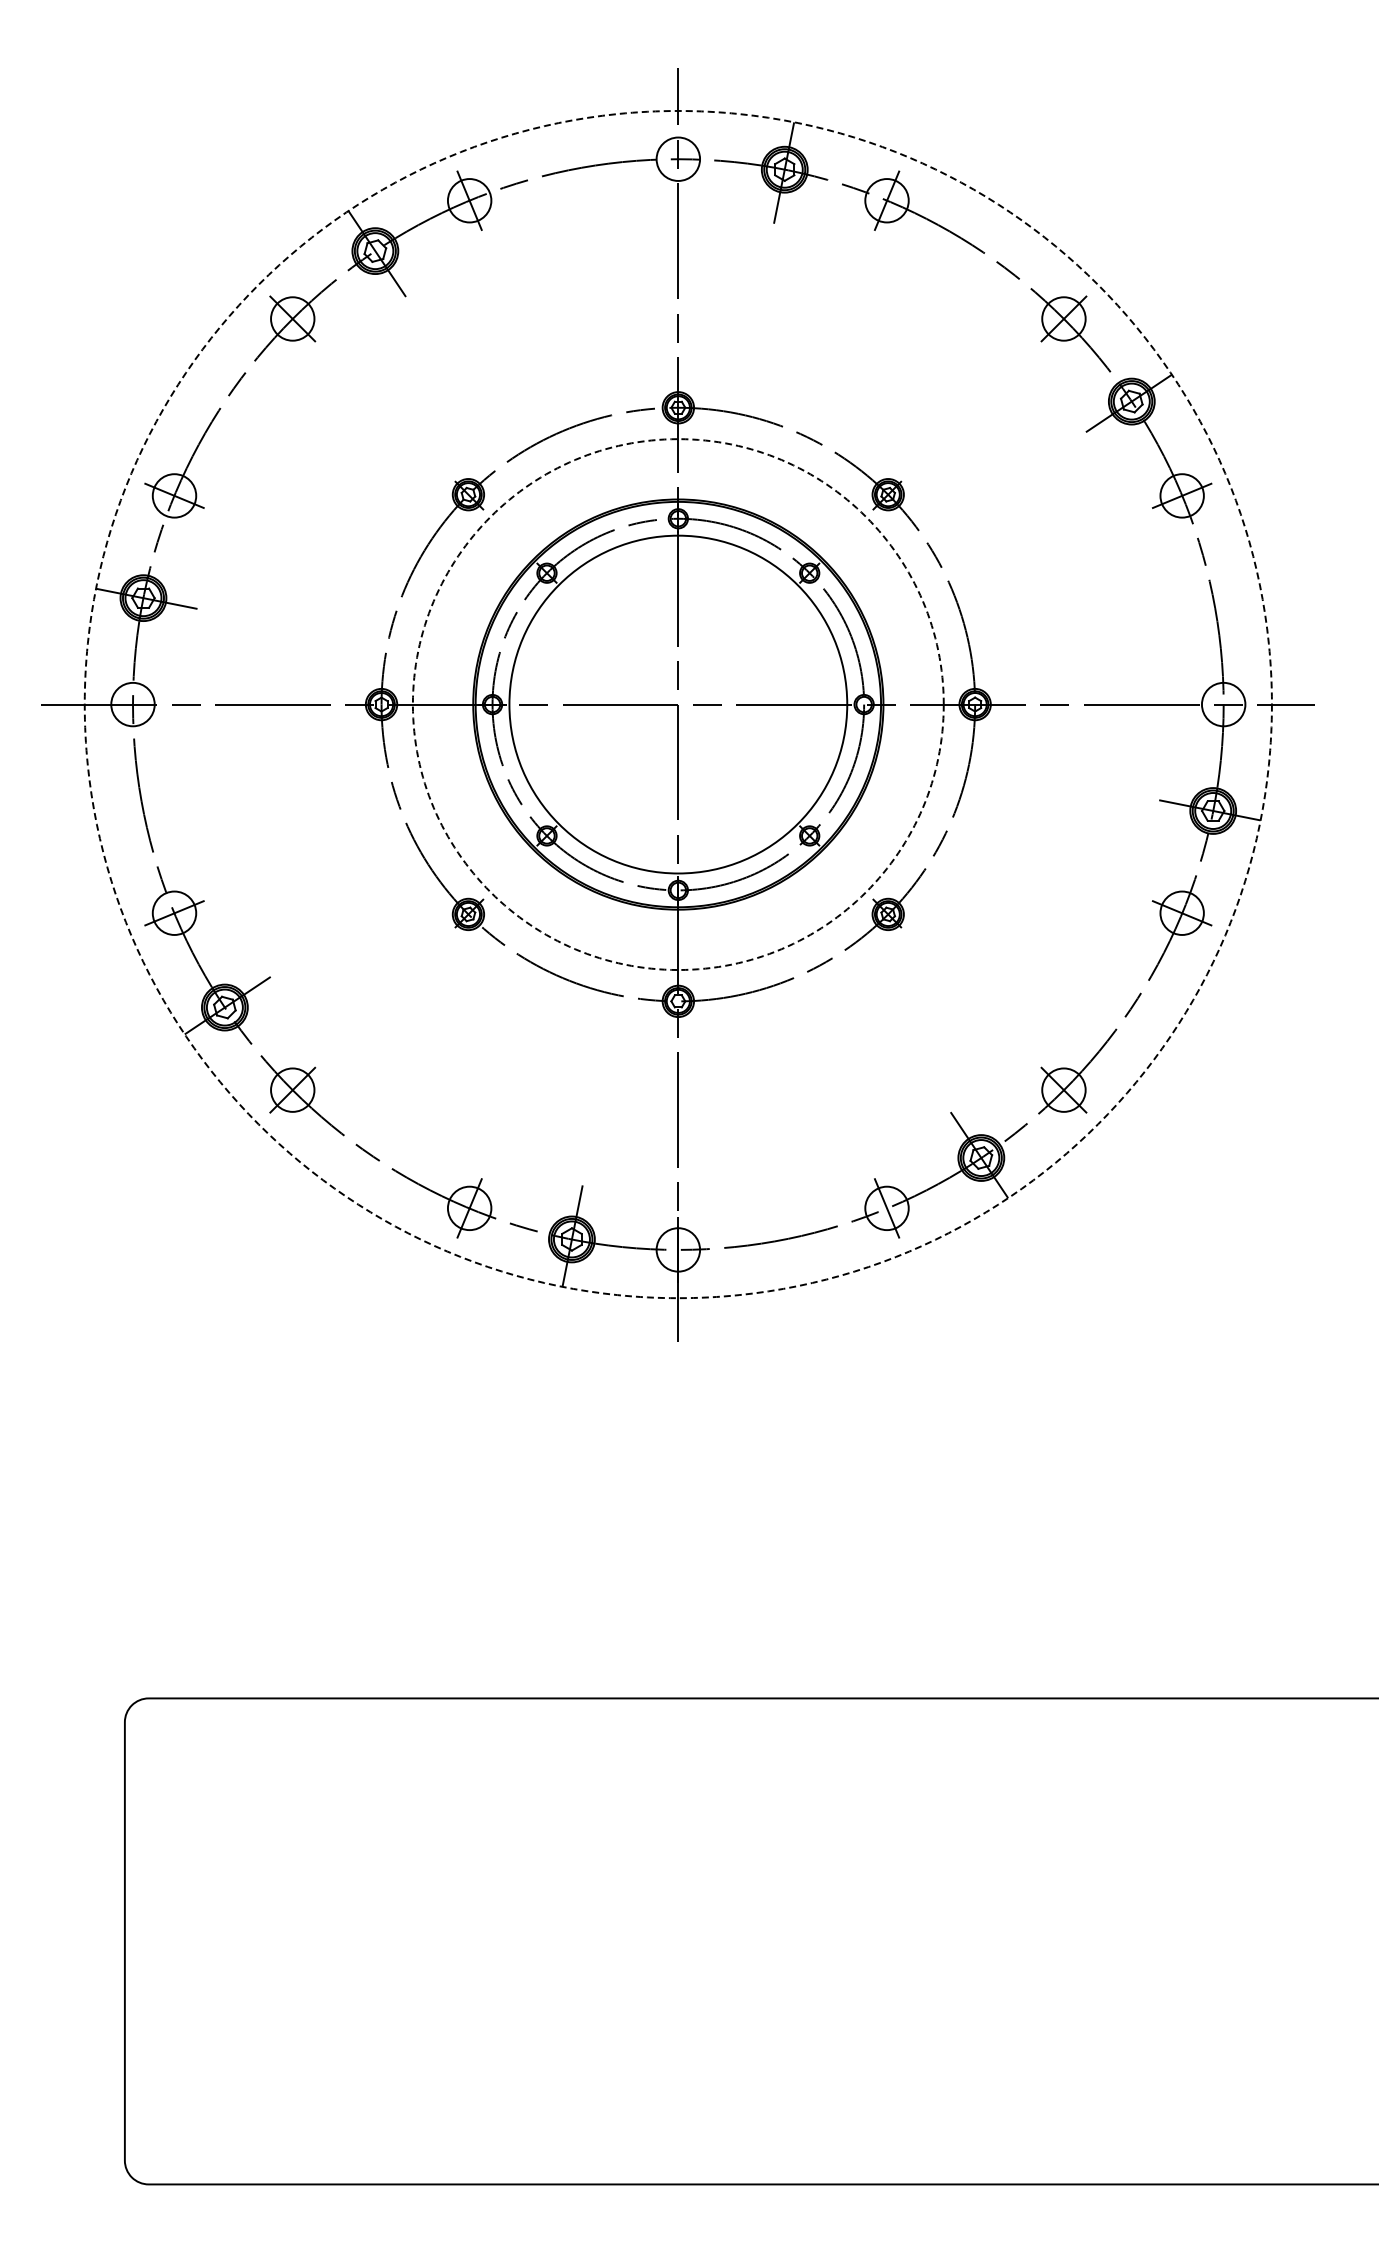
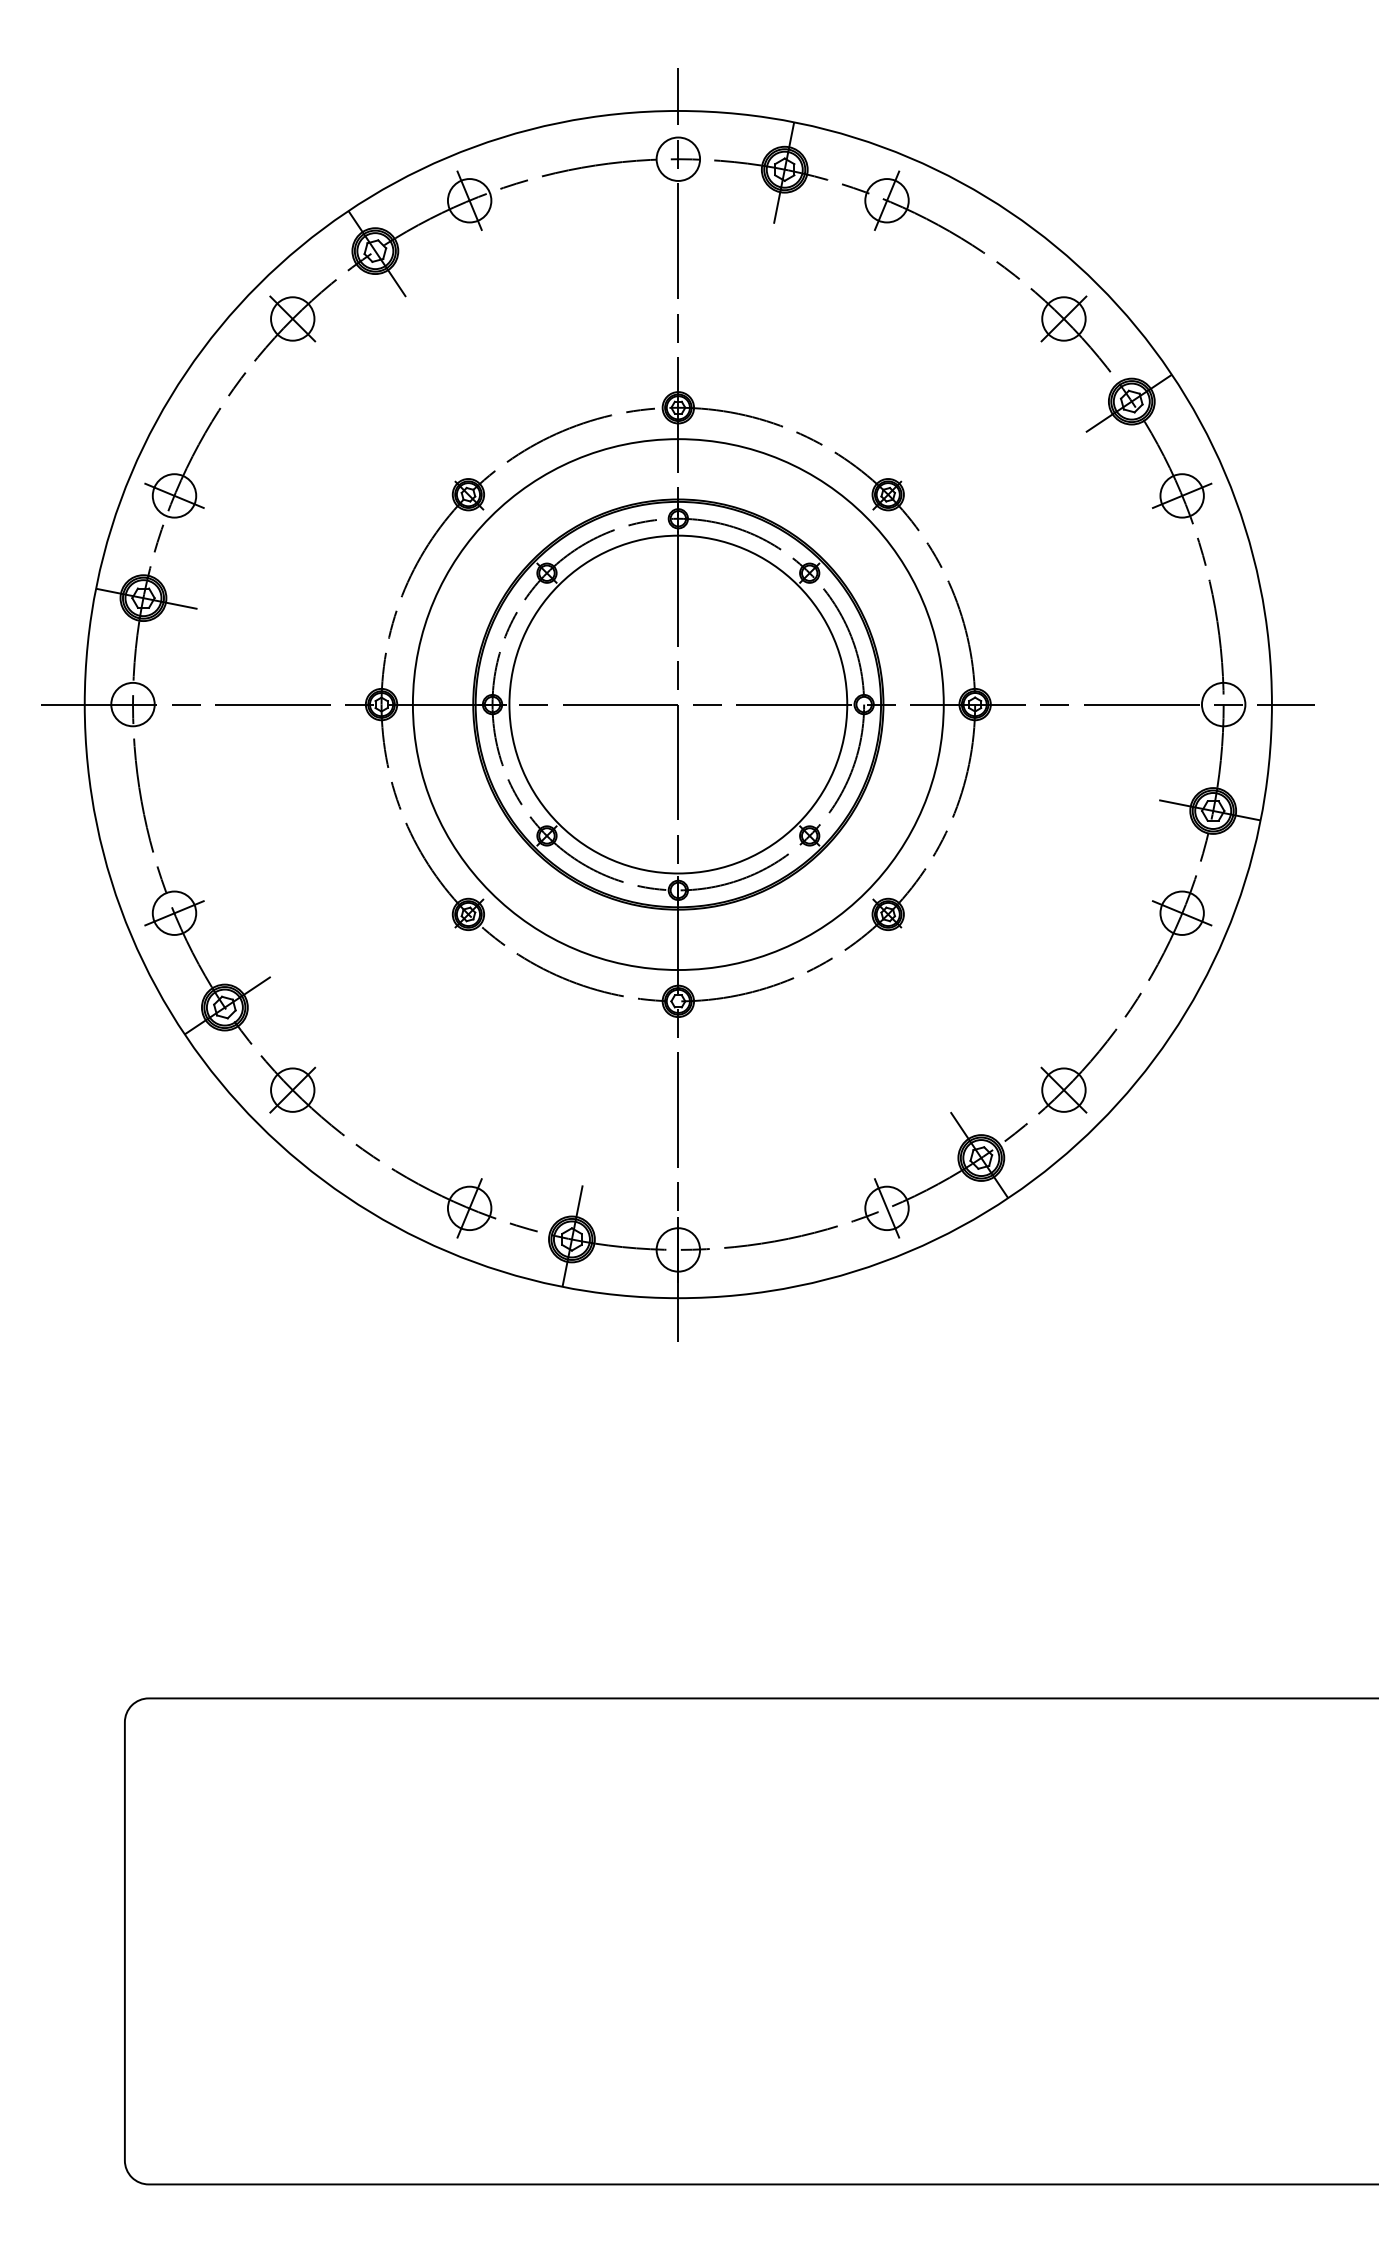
circle at (677, 704): dashed -> solid
circle at (677, 704): dashed -> solid
